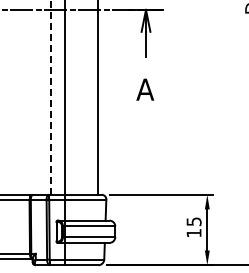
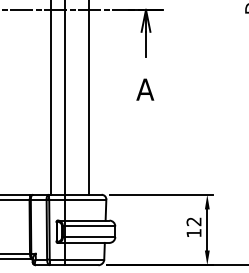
line at (50, 97): dashed -> solid
line at (97, 98) position: (97, 98) -> (88, 98)
text at (193, 221): 15 -> 12
